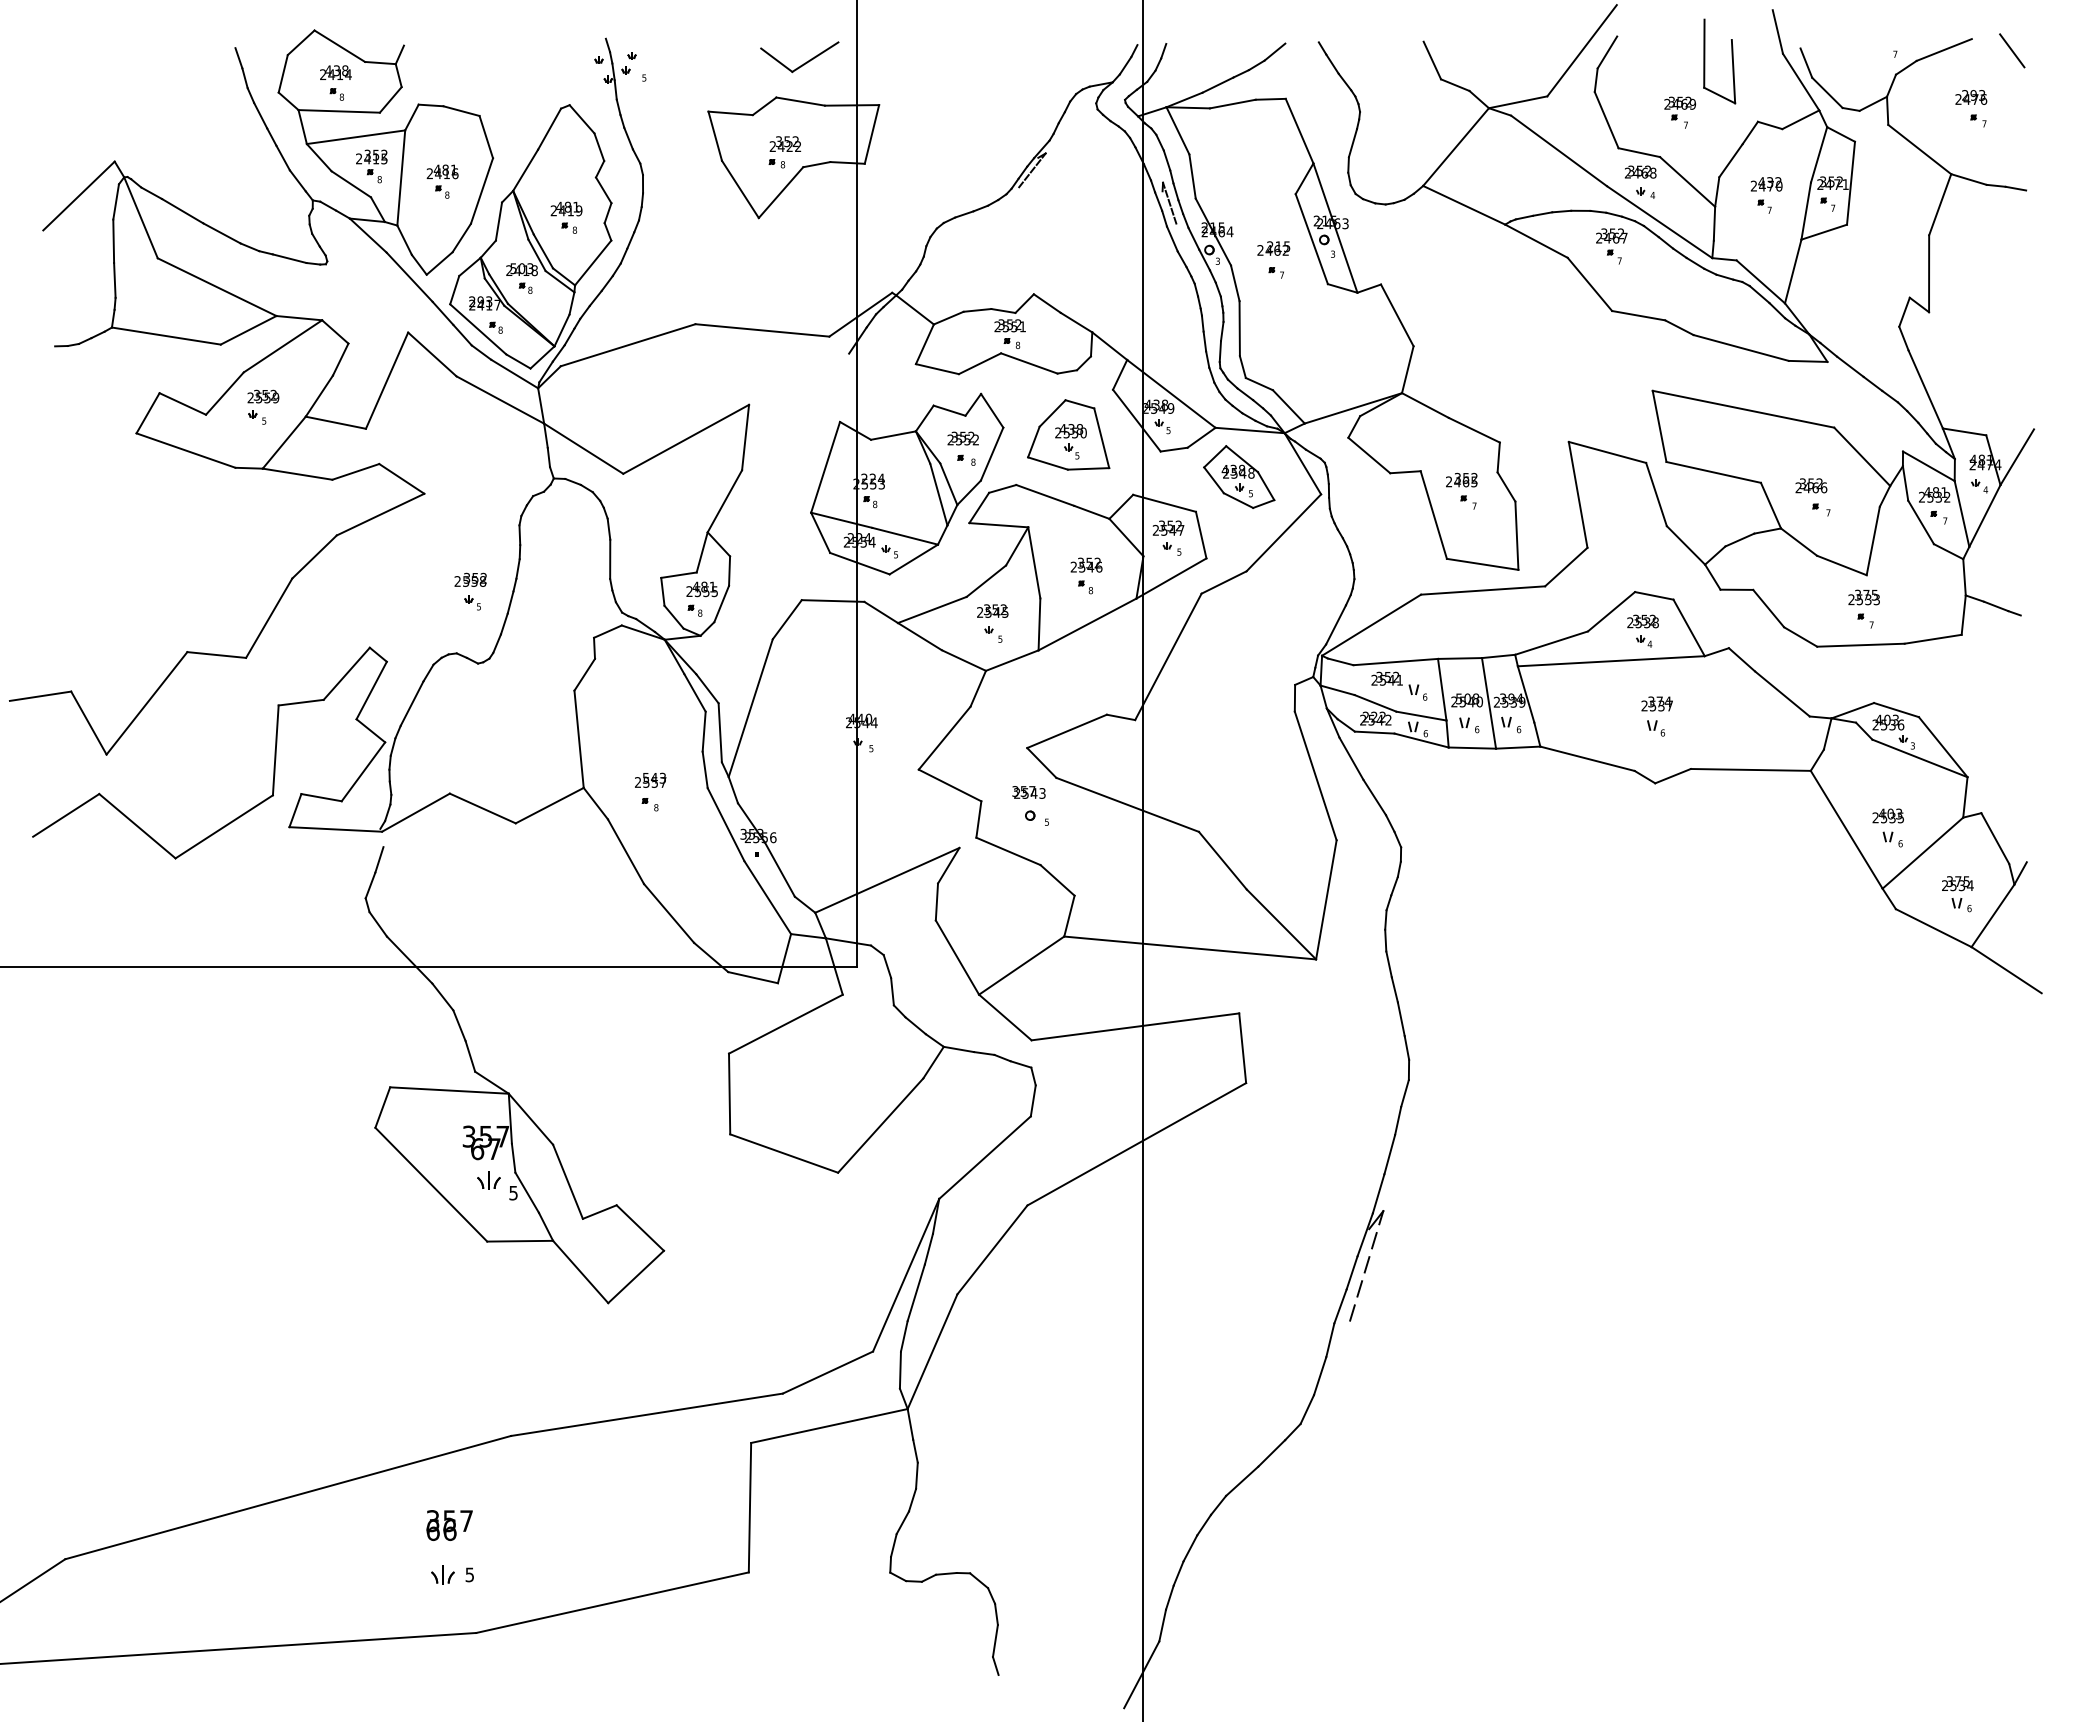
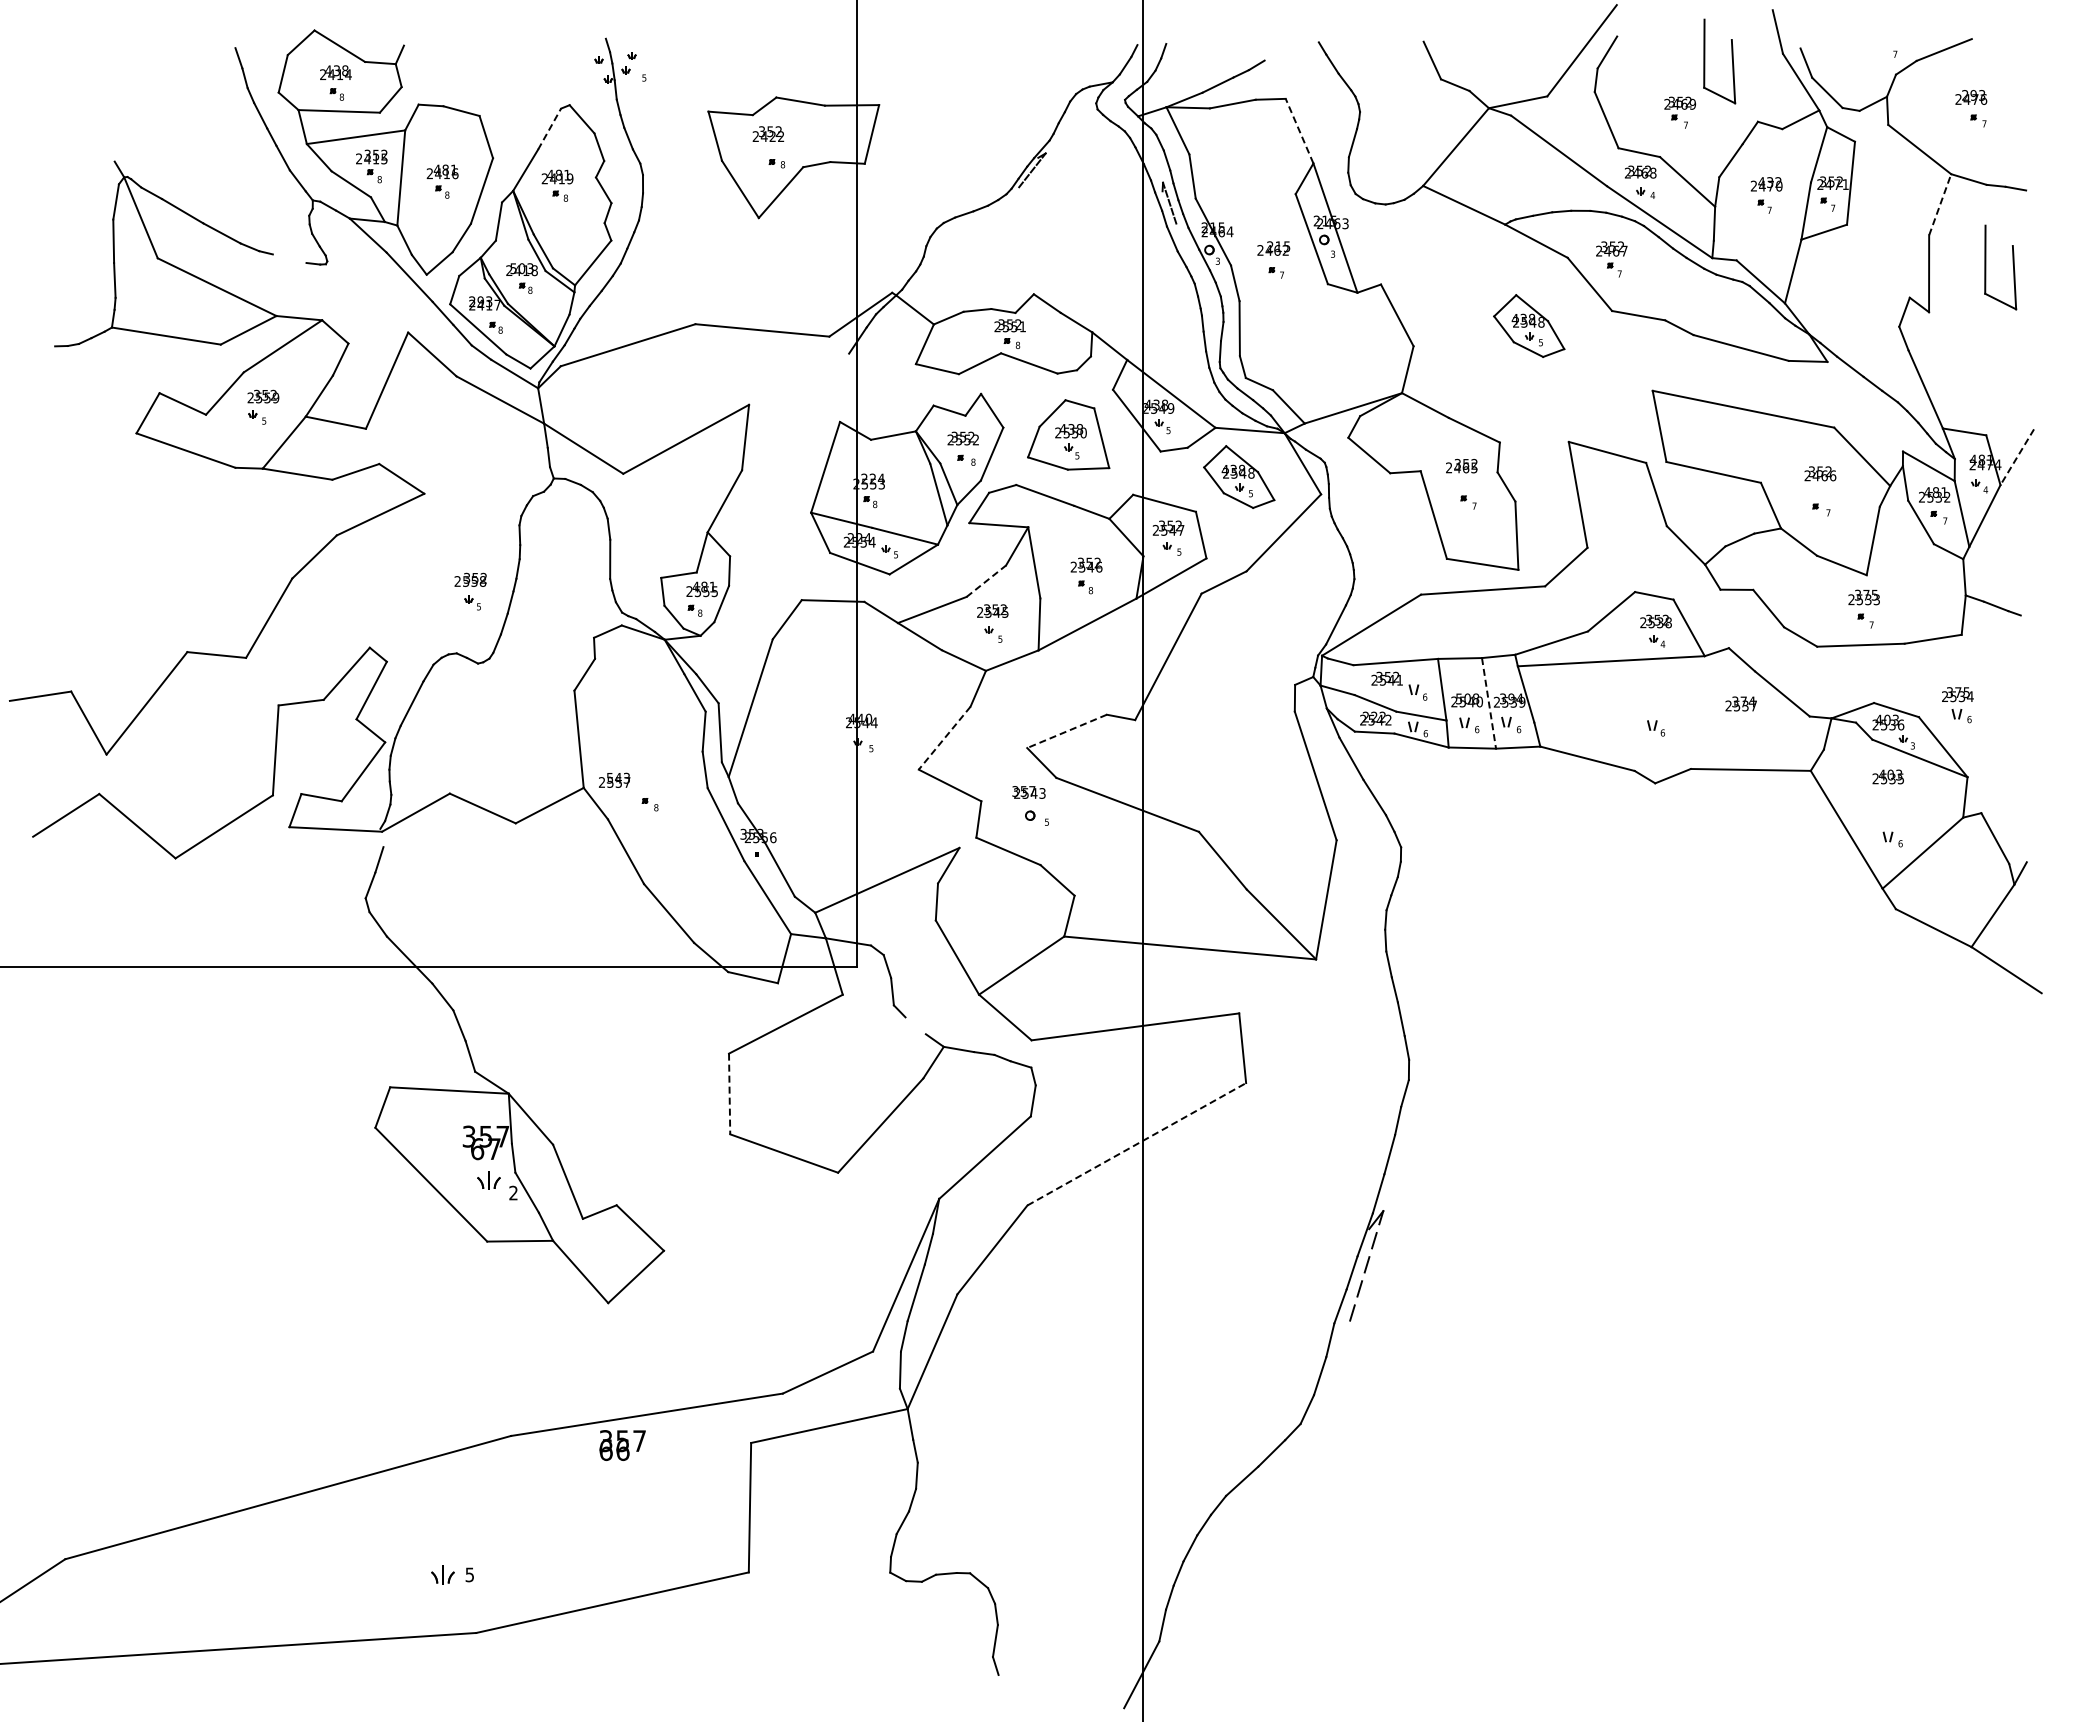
line at (2012, 50): present -> none
line at (1274, 51): present -> none
part at (803, 63): present -> none
line at (549, 129): solid -> dashed
line at (1299, 130): solid -> dashed
text at (785, 143) position: (785, 143) -> (768, 133)
line at (78, 195): present -> none
line at (1940, 204): solid -> dashed
part at (566, 217) position: (566, 217) -> (557, 185)
part at (1611, 246) position: (1611, 246) -> (1611, 259)
line at (289, 258): present -> none
part at (2012, 264): none -> present
part at (1529, 325): none -> present
line at (2017, 457): solid -> dashed
text at (1461, 479) position: (1461, 479) -> (1461, 465)
text at (1811, 485) position: (1811, 485) -> (1820, 473)
line at (986, 580): solid -> dashed
part at (1642, 630) position: (1642, 630) -> (1655, 630)
line at (1489, 703): solid -> dashed
text at (1656, 703) position: (1656, 703) -> (1740, 703)
line at (1066, 731): solid -> dashed
line at (944, 738): solid -> dashed
text at (650, 779) position: (650, 779) -> (614, 779)
text at (1887, 815) position: (1887, 815) -> (1887, 776)
part at (1957, 894) position: (1957, 894) -> (1957, 705)
line at (915, 1025): present -> none
line at (729, 1094): solid -> dashed
line at (1137, 1144): solid -> dashed
text at (513, 1192): 5 -> 2
text at (449, 1525) position: (449, 1525) -> (622, 1445)
